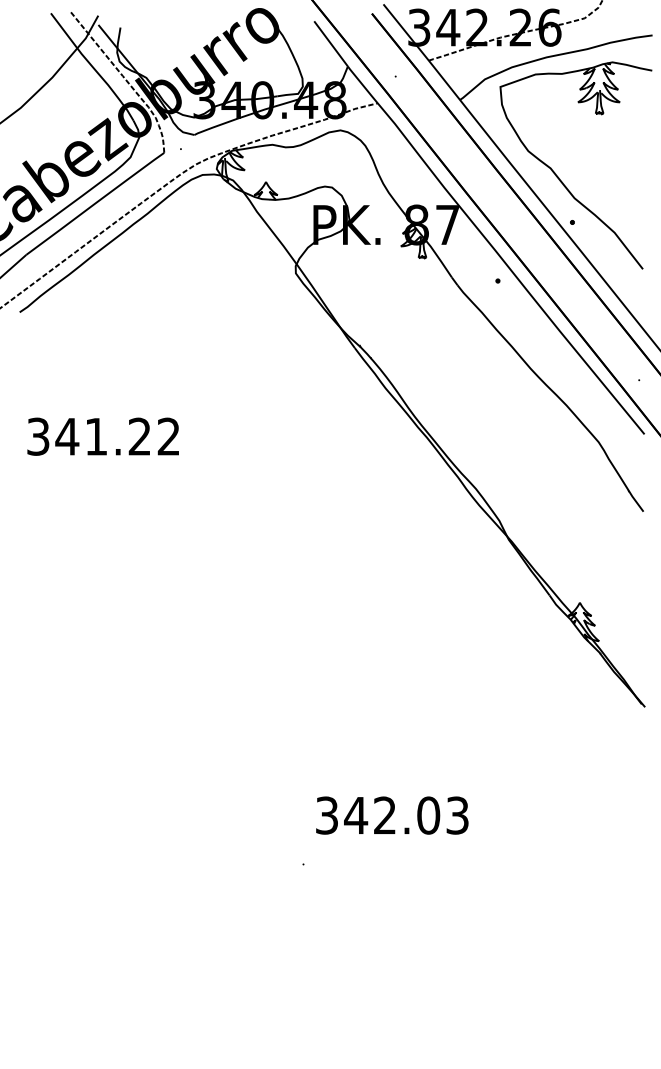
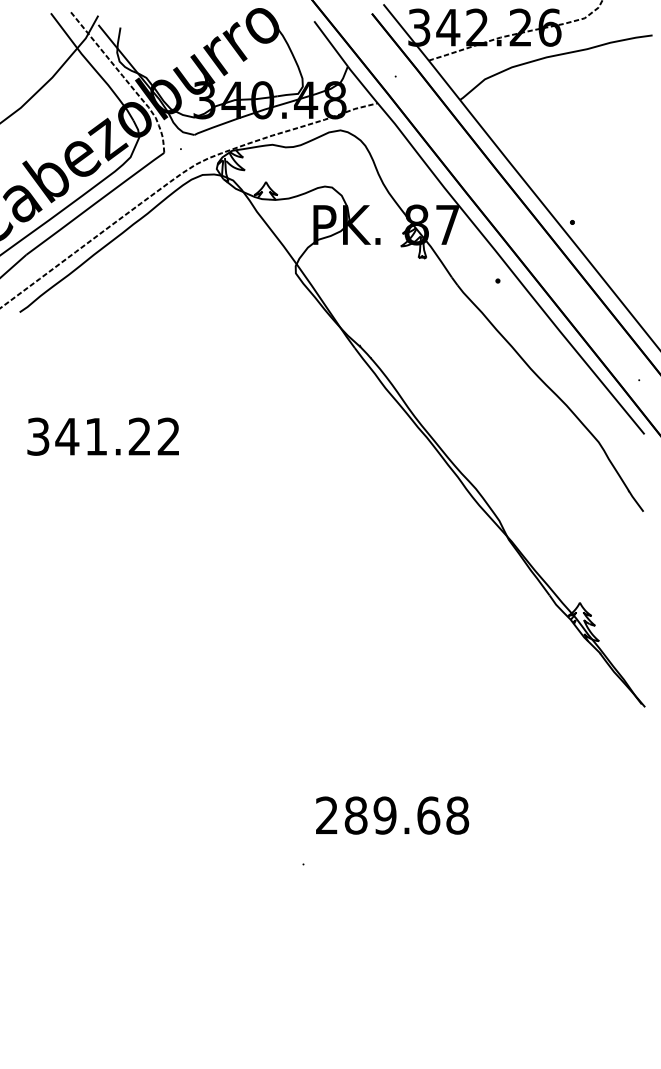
part at (559, 177): present -> none
text at (392, 815): 342.03 -> 289.68
